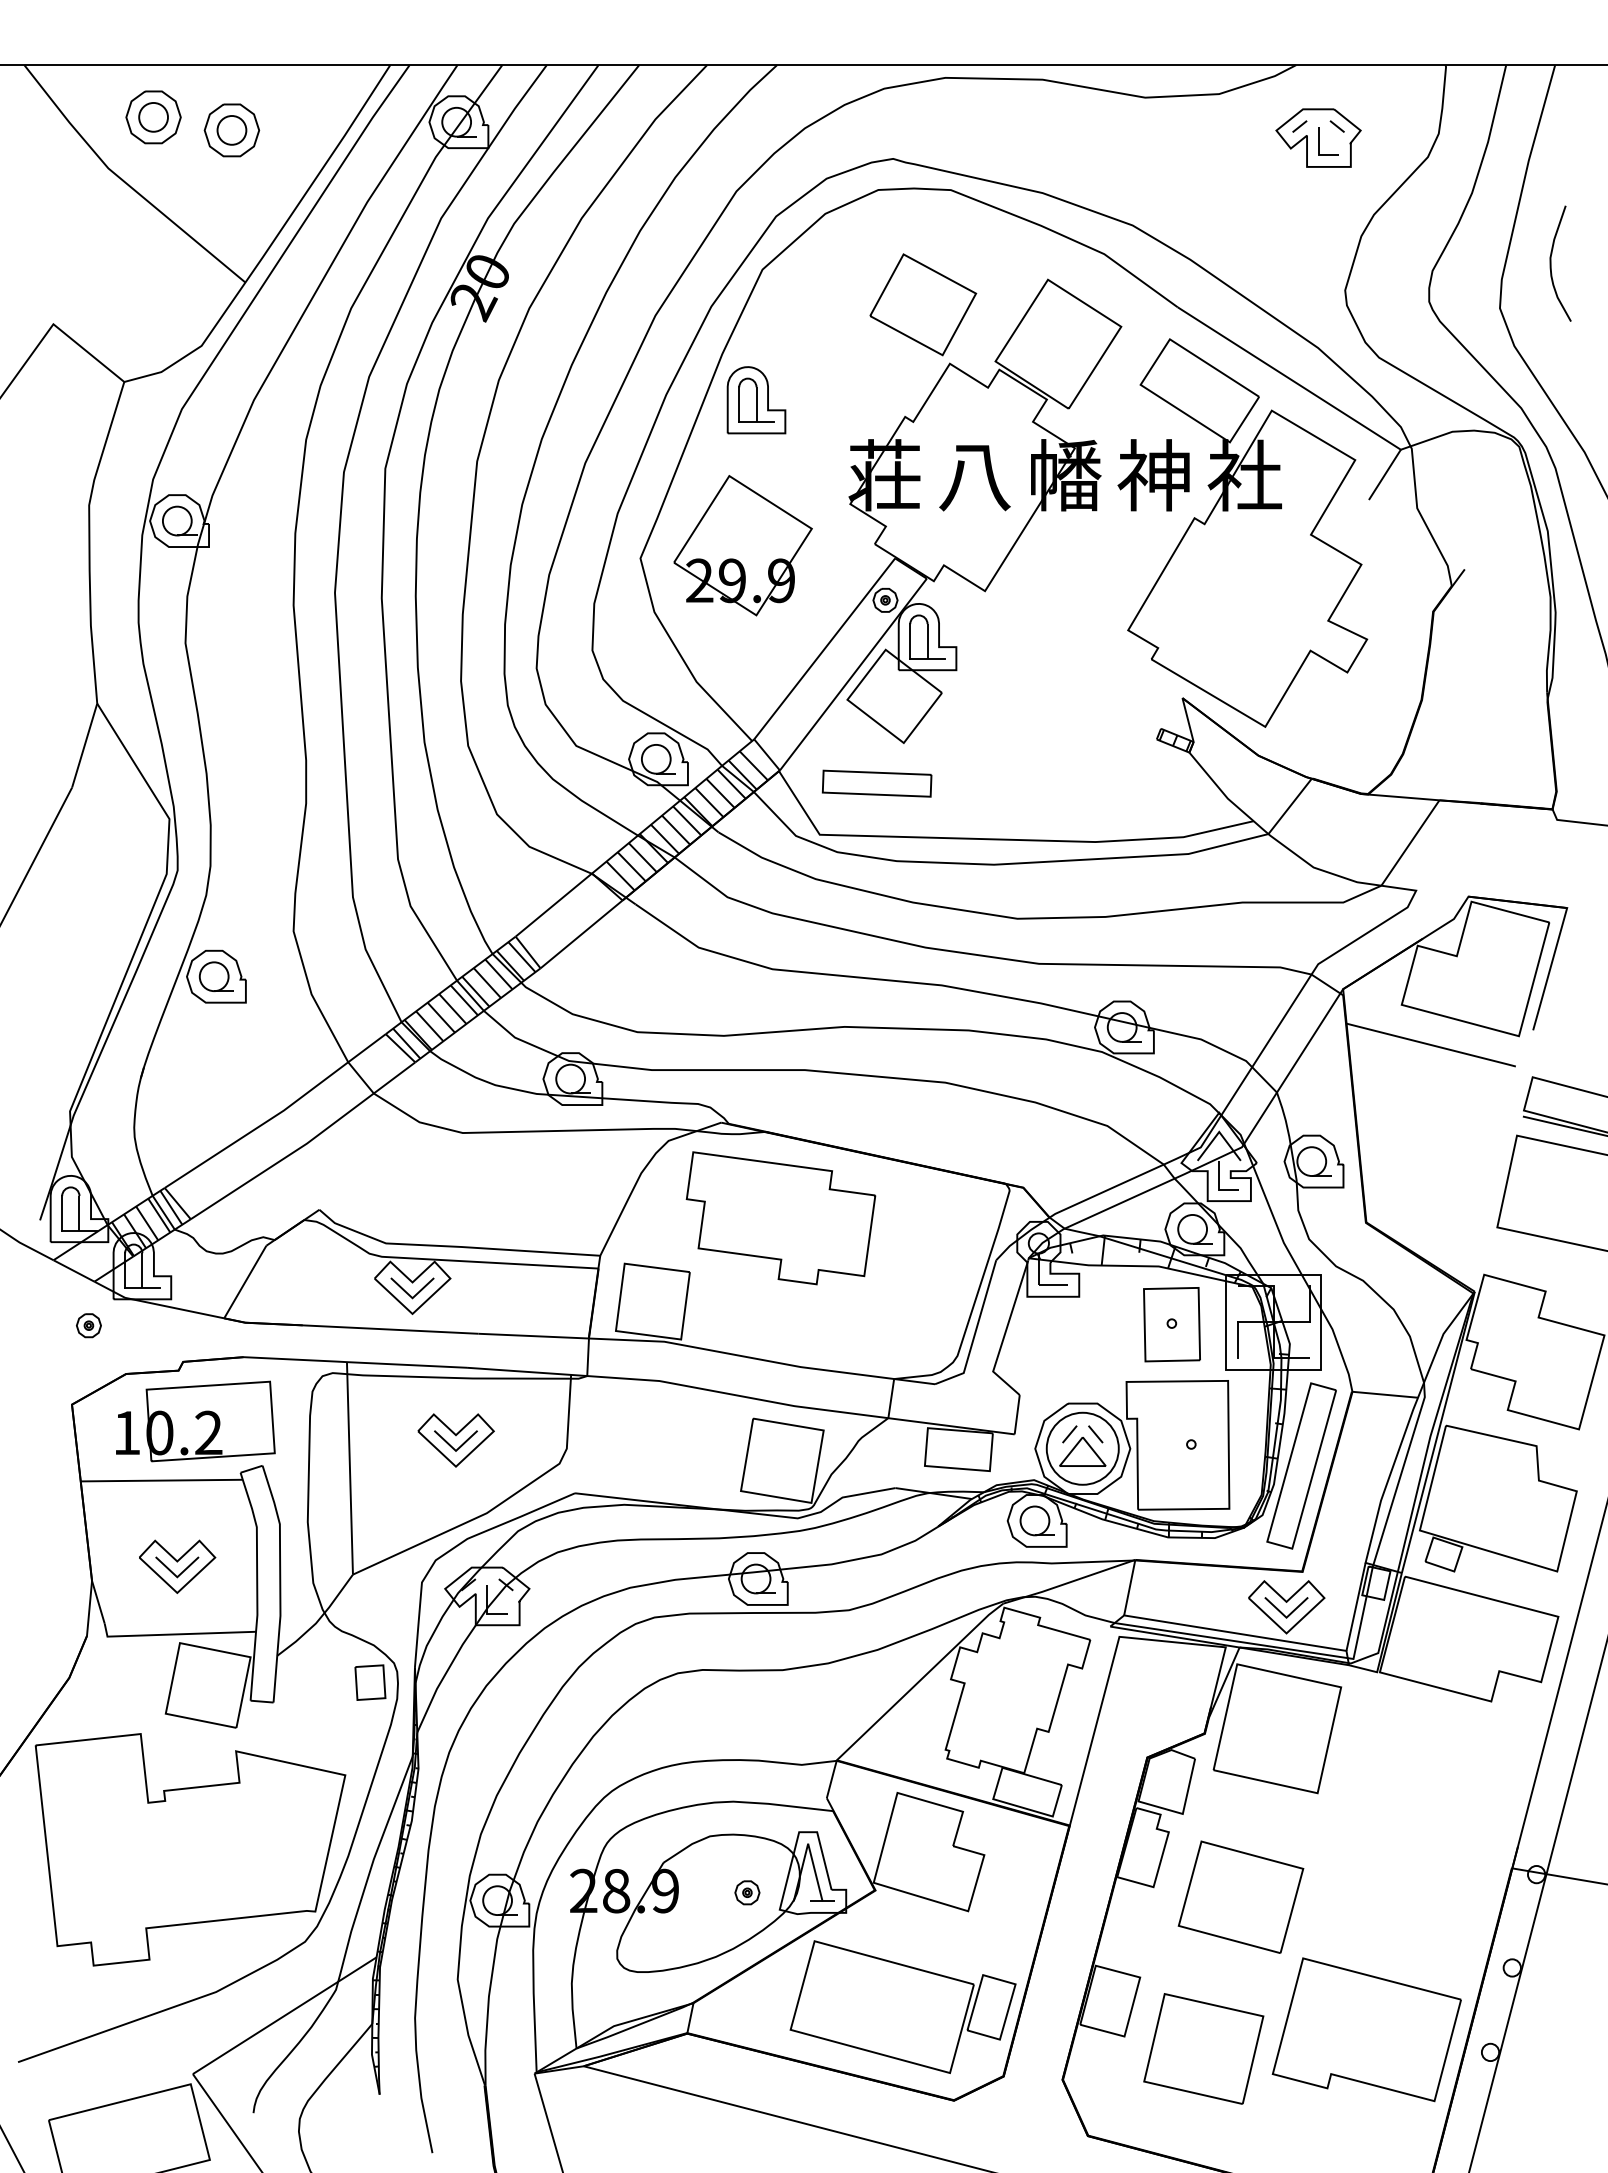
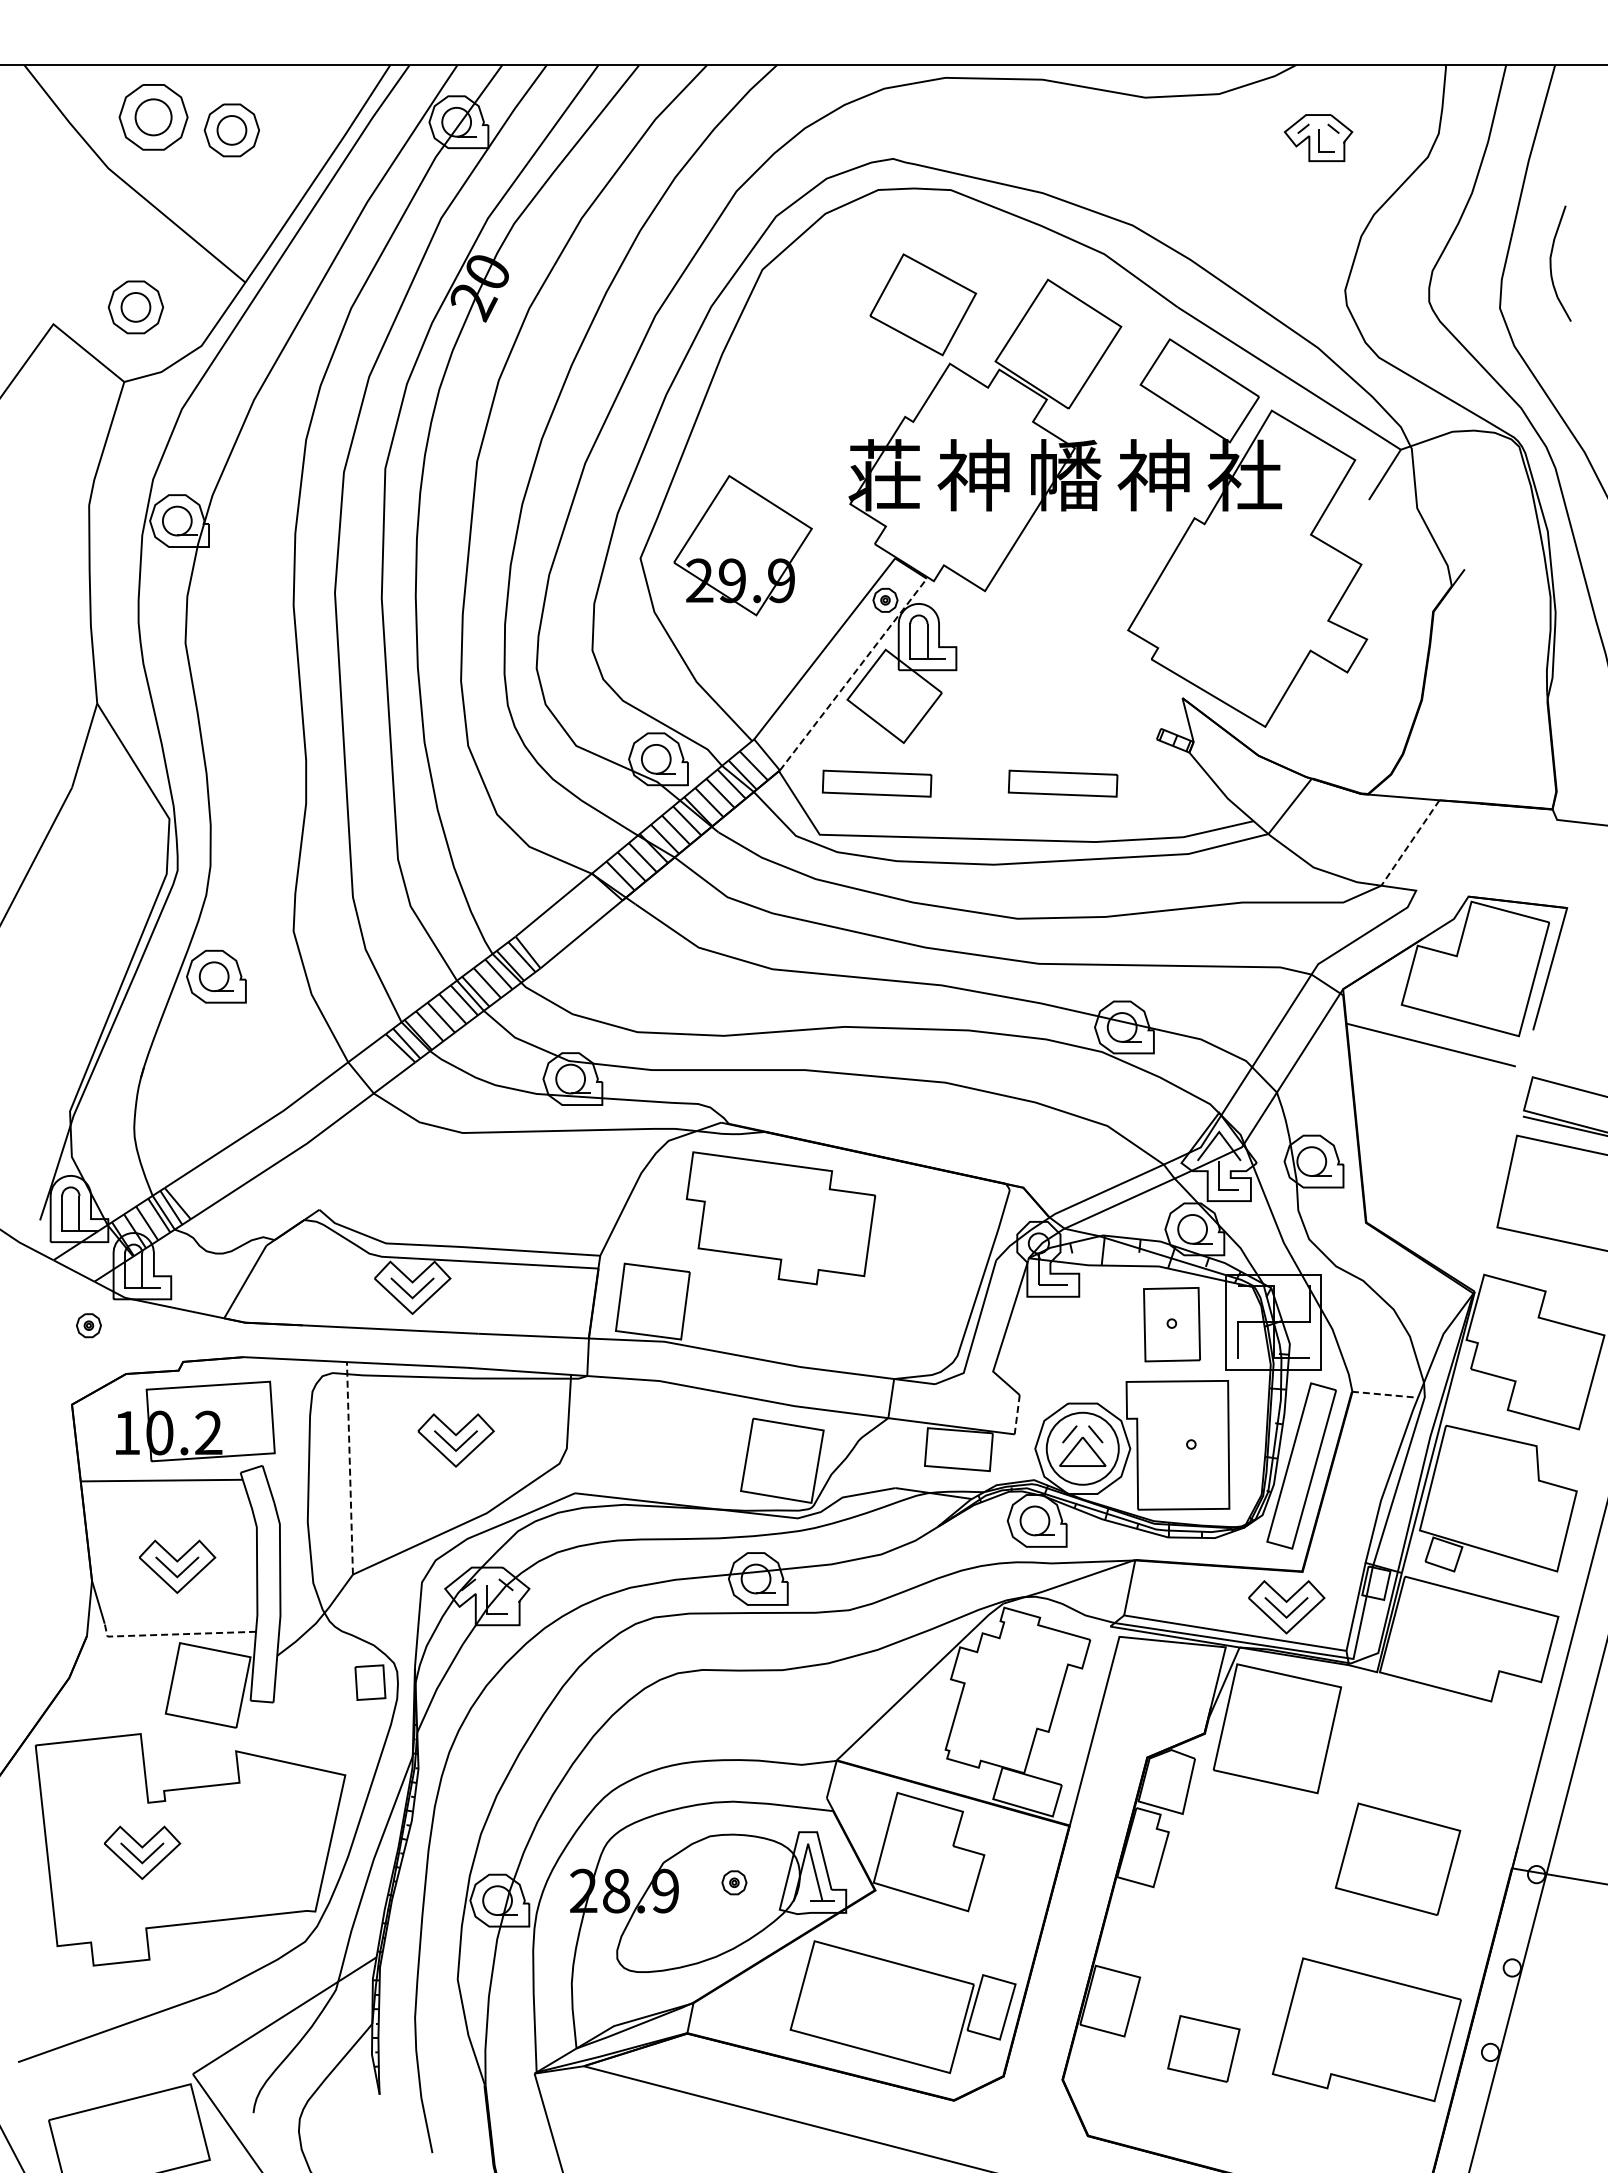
part at (153, 117) size: 57x55 px -> 71x67 px
part at (1318, 137) size: 87x60 px -> 71x48 px
part at (135, 307): none -> present
part at (756, 400): present -> none
text at (973, 475): 八 -> 神
line at (853, 674): solid -> dashed
part at (1062, 783): none -> present
line at (1410, 843): solid -> dashed
line at (1385, 1394): solid -> dashed
line at (1017, 1414): solid -> dashed
line at (349, 1467): solid -> dashed
line at (174, 1634): solid -> dashed
part at (142, 1852): none -> present
part at (747, 1892) position: (747, 1892) -> (734, 1882)
part at (1240, 1896) position: (1240, 1896) -> (1397, 1858)
part at (1203, 2048) size: 122x112 px -> 74x68 px
